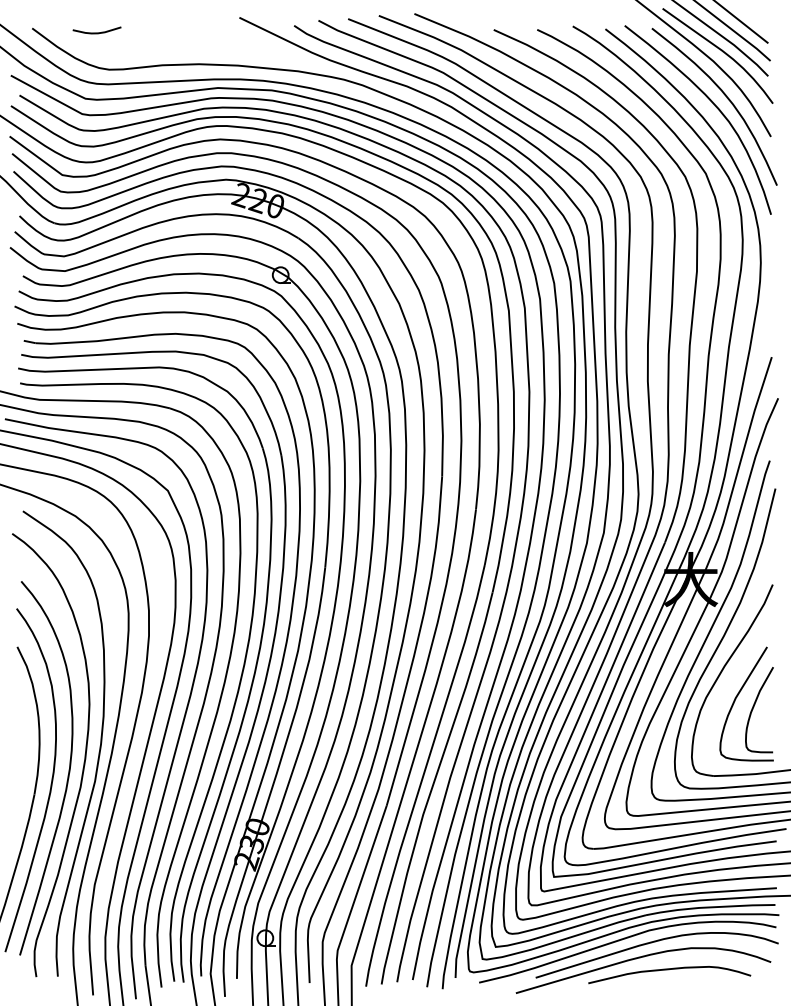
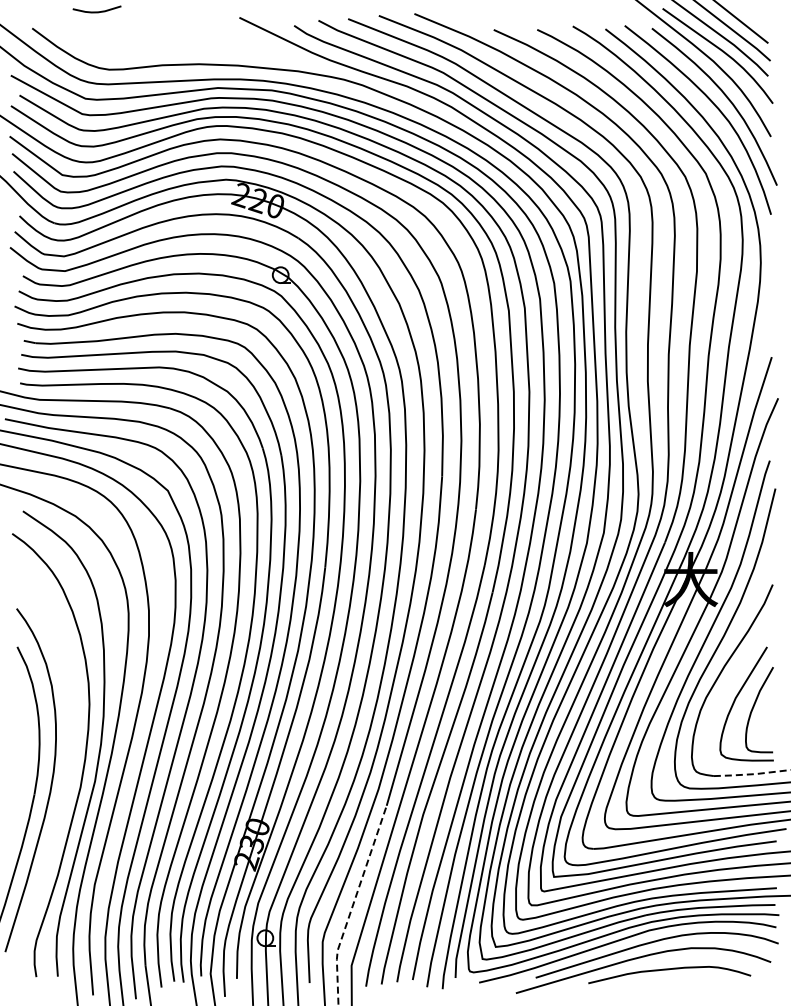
curve at (96, 32) position: (96, 32) -> (96, 11)
curve at (68, 769): present -> none
line at (752, 774): solid -> dashed
line at (353, 905): solid -> dashed
